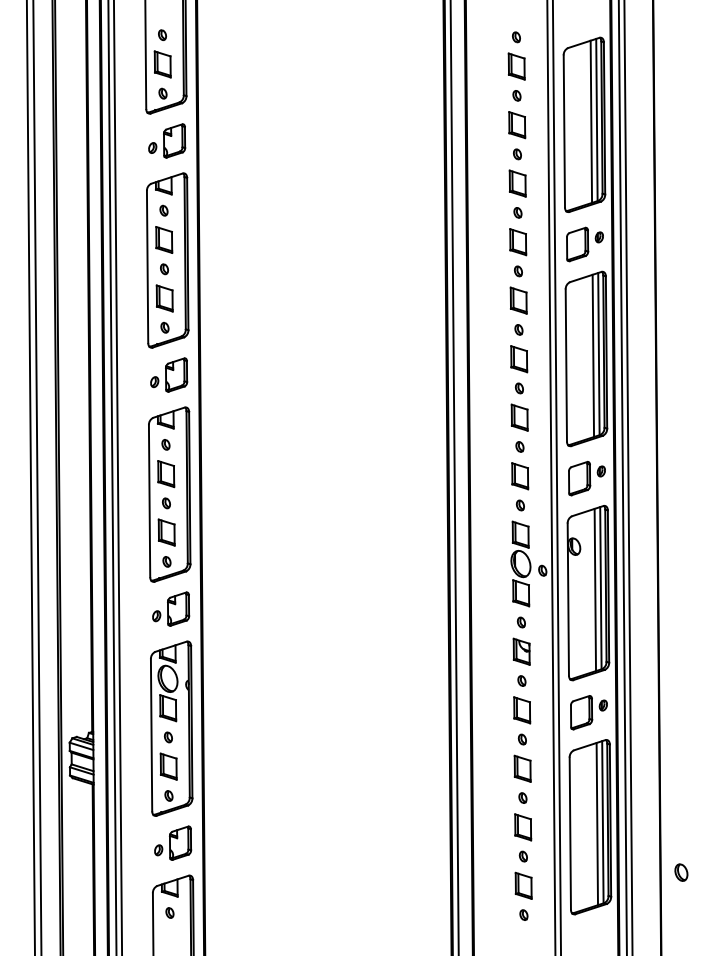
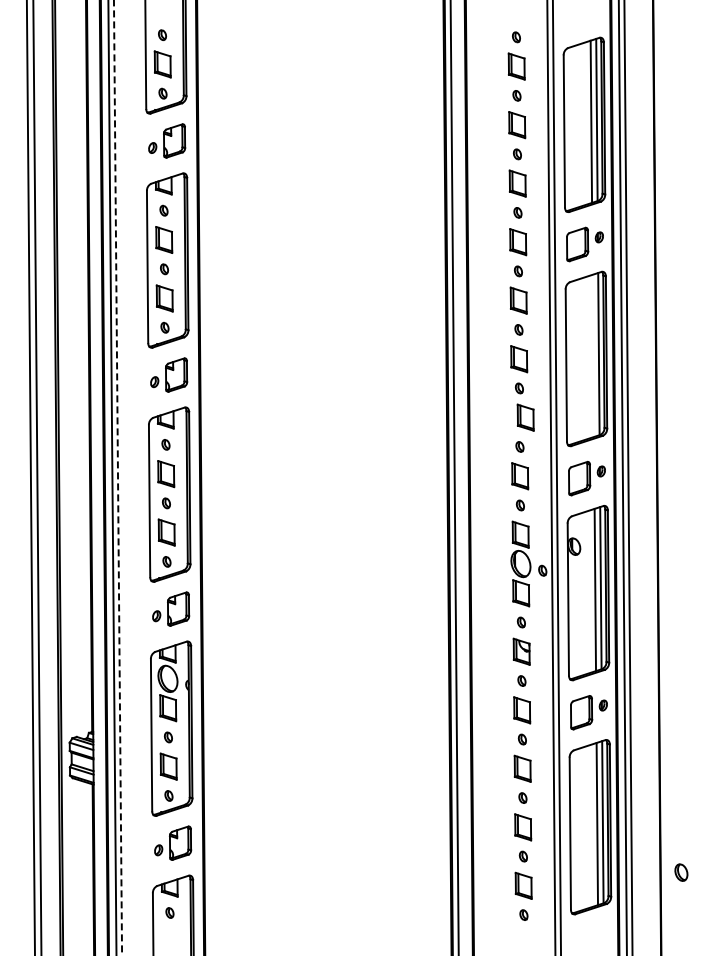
line at (593, 355): present -> none
part at (519, 417) position: (519, 417) -> (525, 417)
line at (118, 477): solid -> dashed
